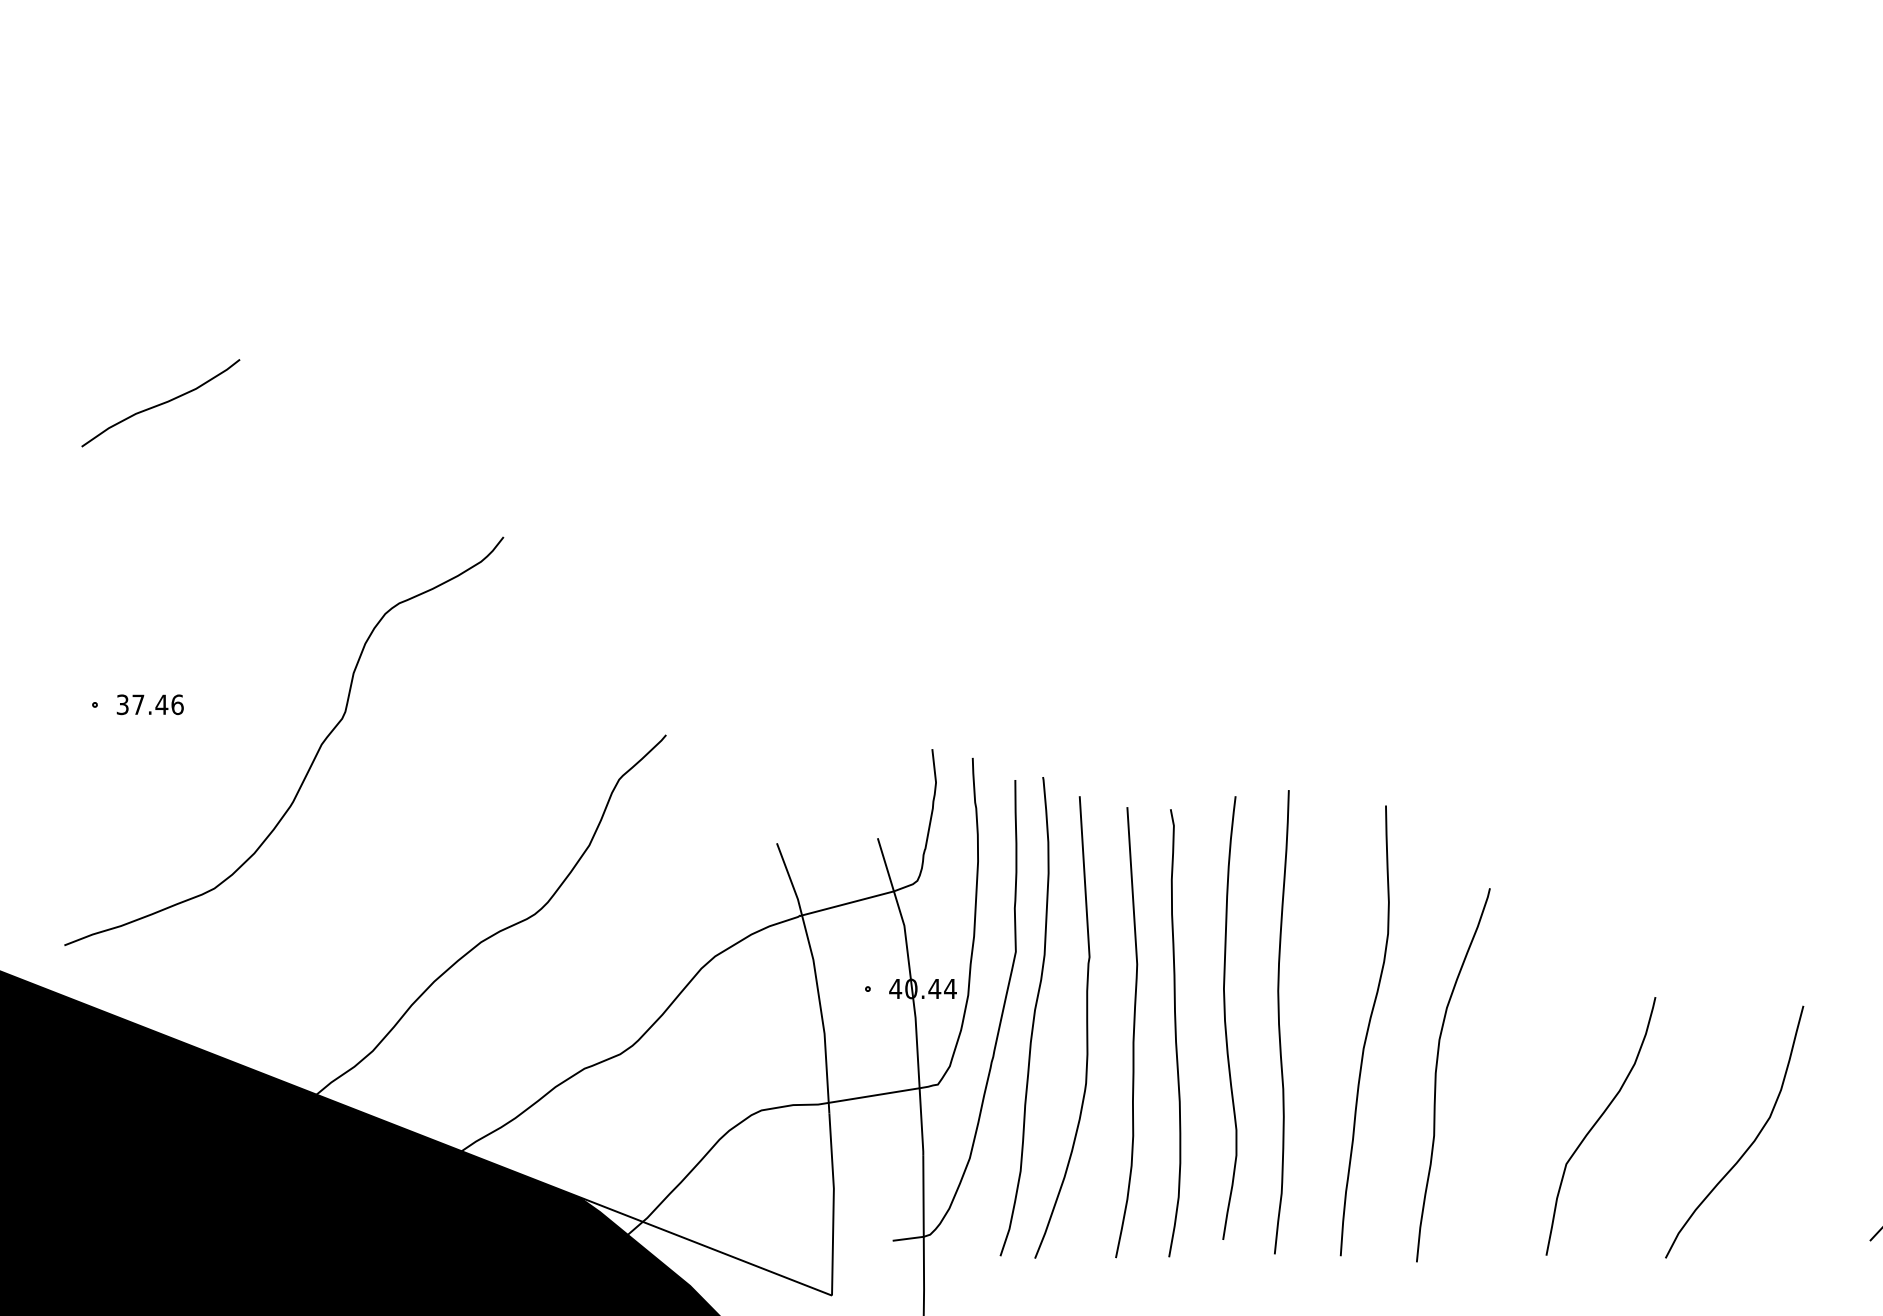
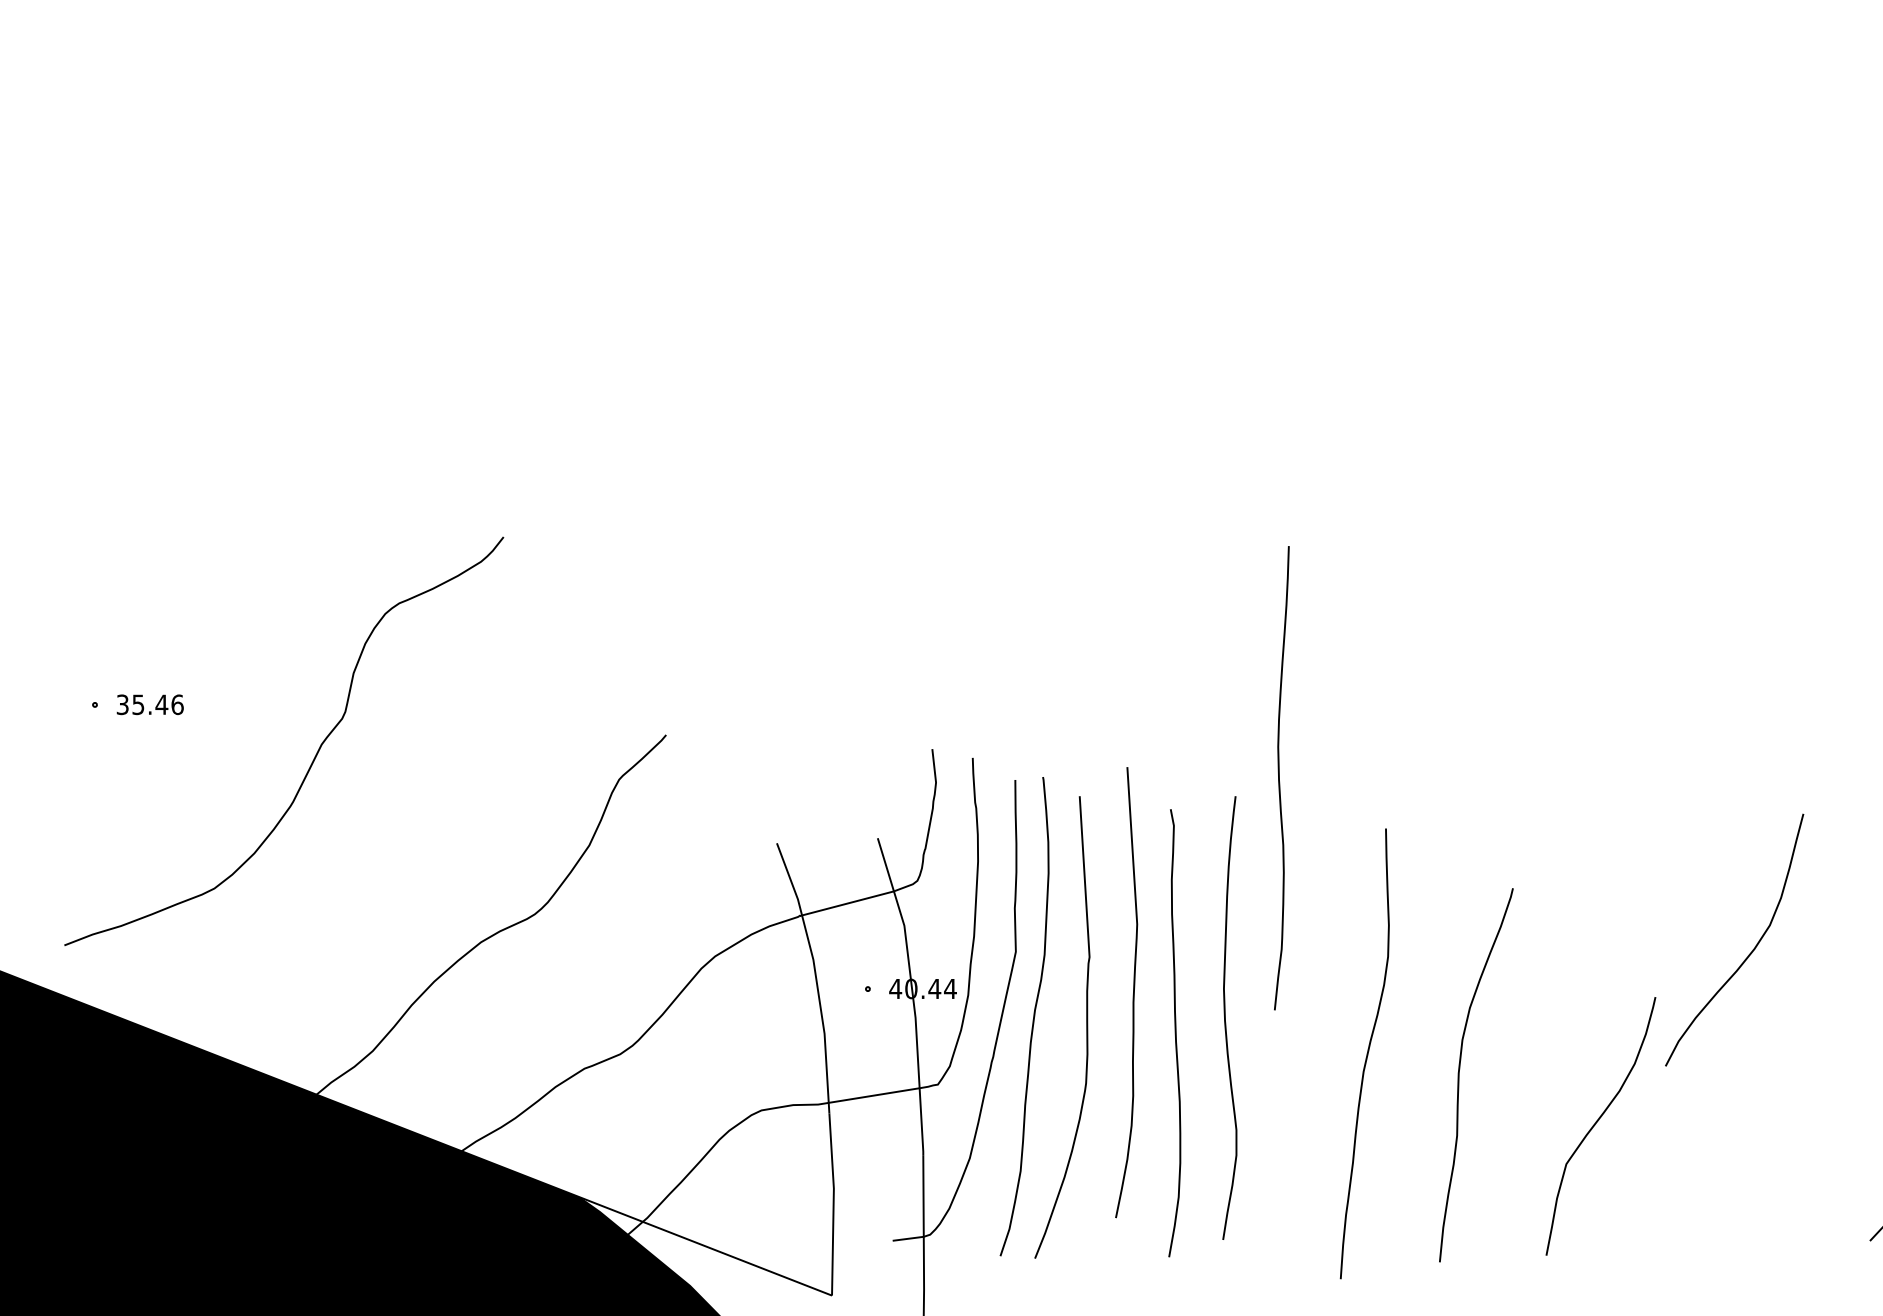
curve at (160, 403): present -> none
text at (138, 704): 37.46 -> 35.46
curve at (1279, 1022) position: (1279, 1022) -> (1279, 778)
curve at (1366, 1030) position: (1366, 1030) -> (1366, 1053)
curve at (1132, 1035) position: (1132, 1035) -> (1132, 995)
curve at (1436, 1075) position: (1436, 1075) -> (1459, 1075)
curve at (1749, 1145) position: (1749, 1145) -> (1749, 953)
